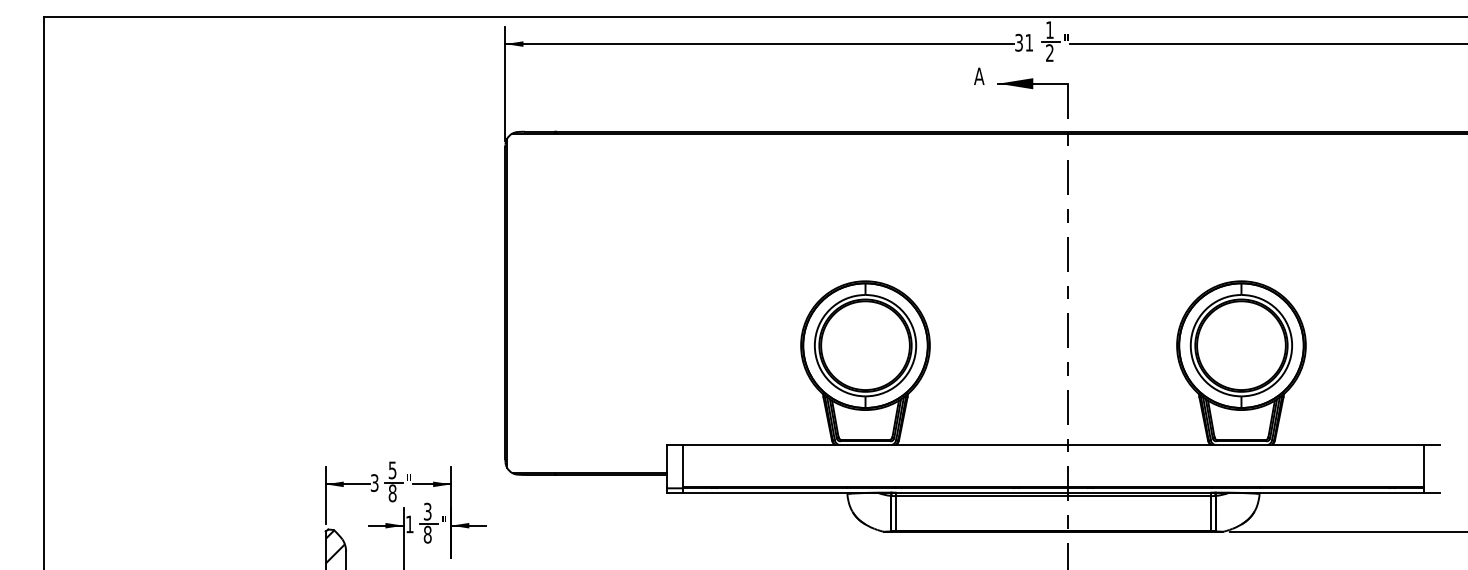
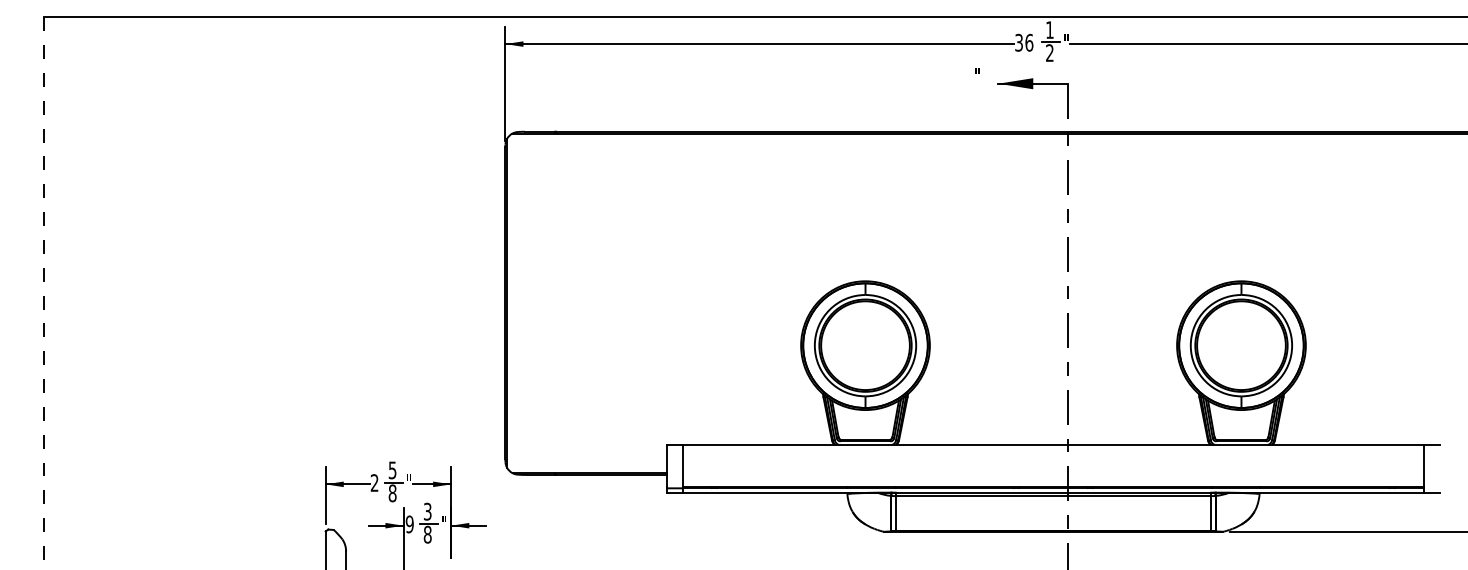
text at (1029, 42): 31 -> 36
text at (979, 75): A -> "
line at (44, 293): solid -> dashed
text at (374, 482): 3 -> 2
text at (409, 524): 1 -> 9
hatch at (334, 546): present -> none
